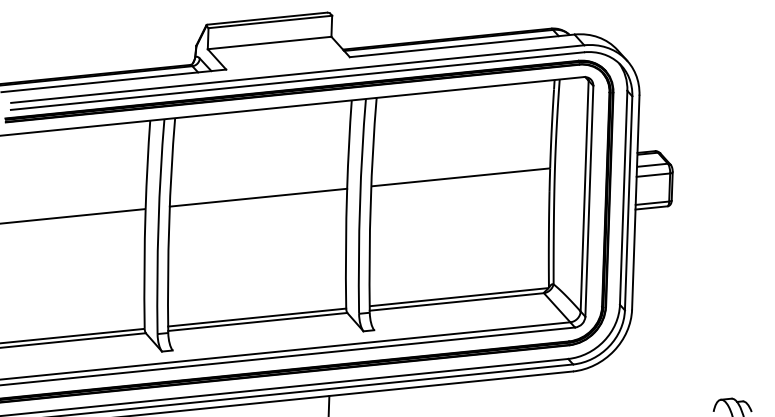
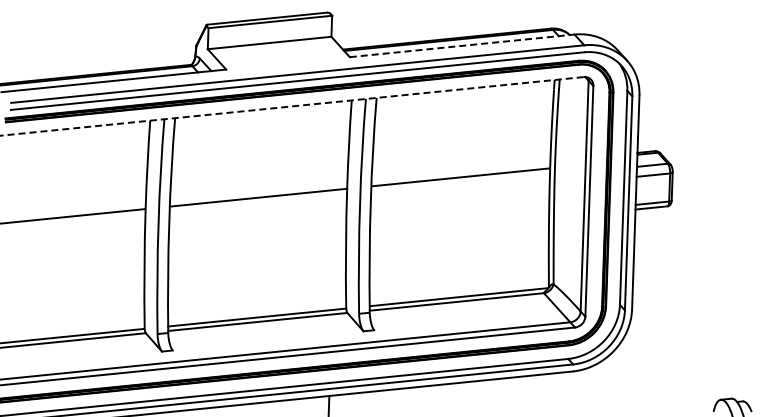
line at (462, 45): solid -> dashed
line at (291, 106): solid -> dashed
